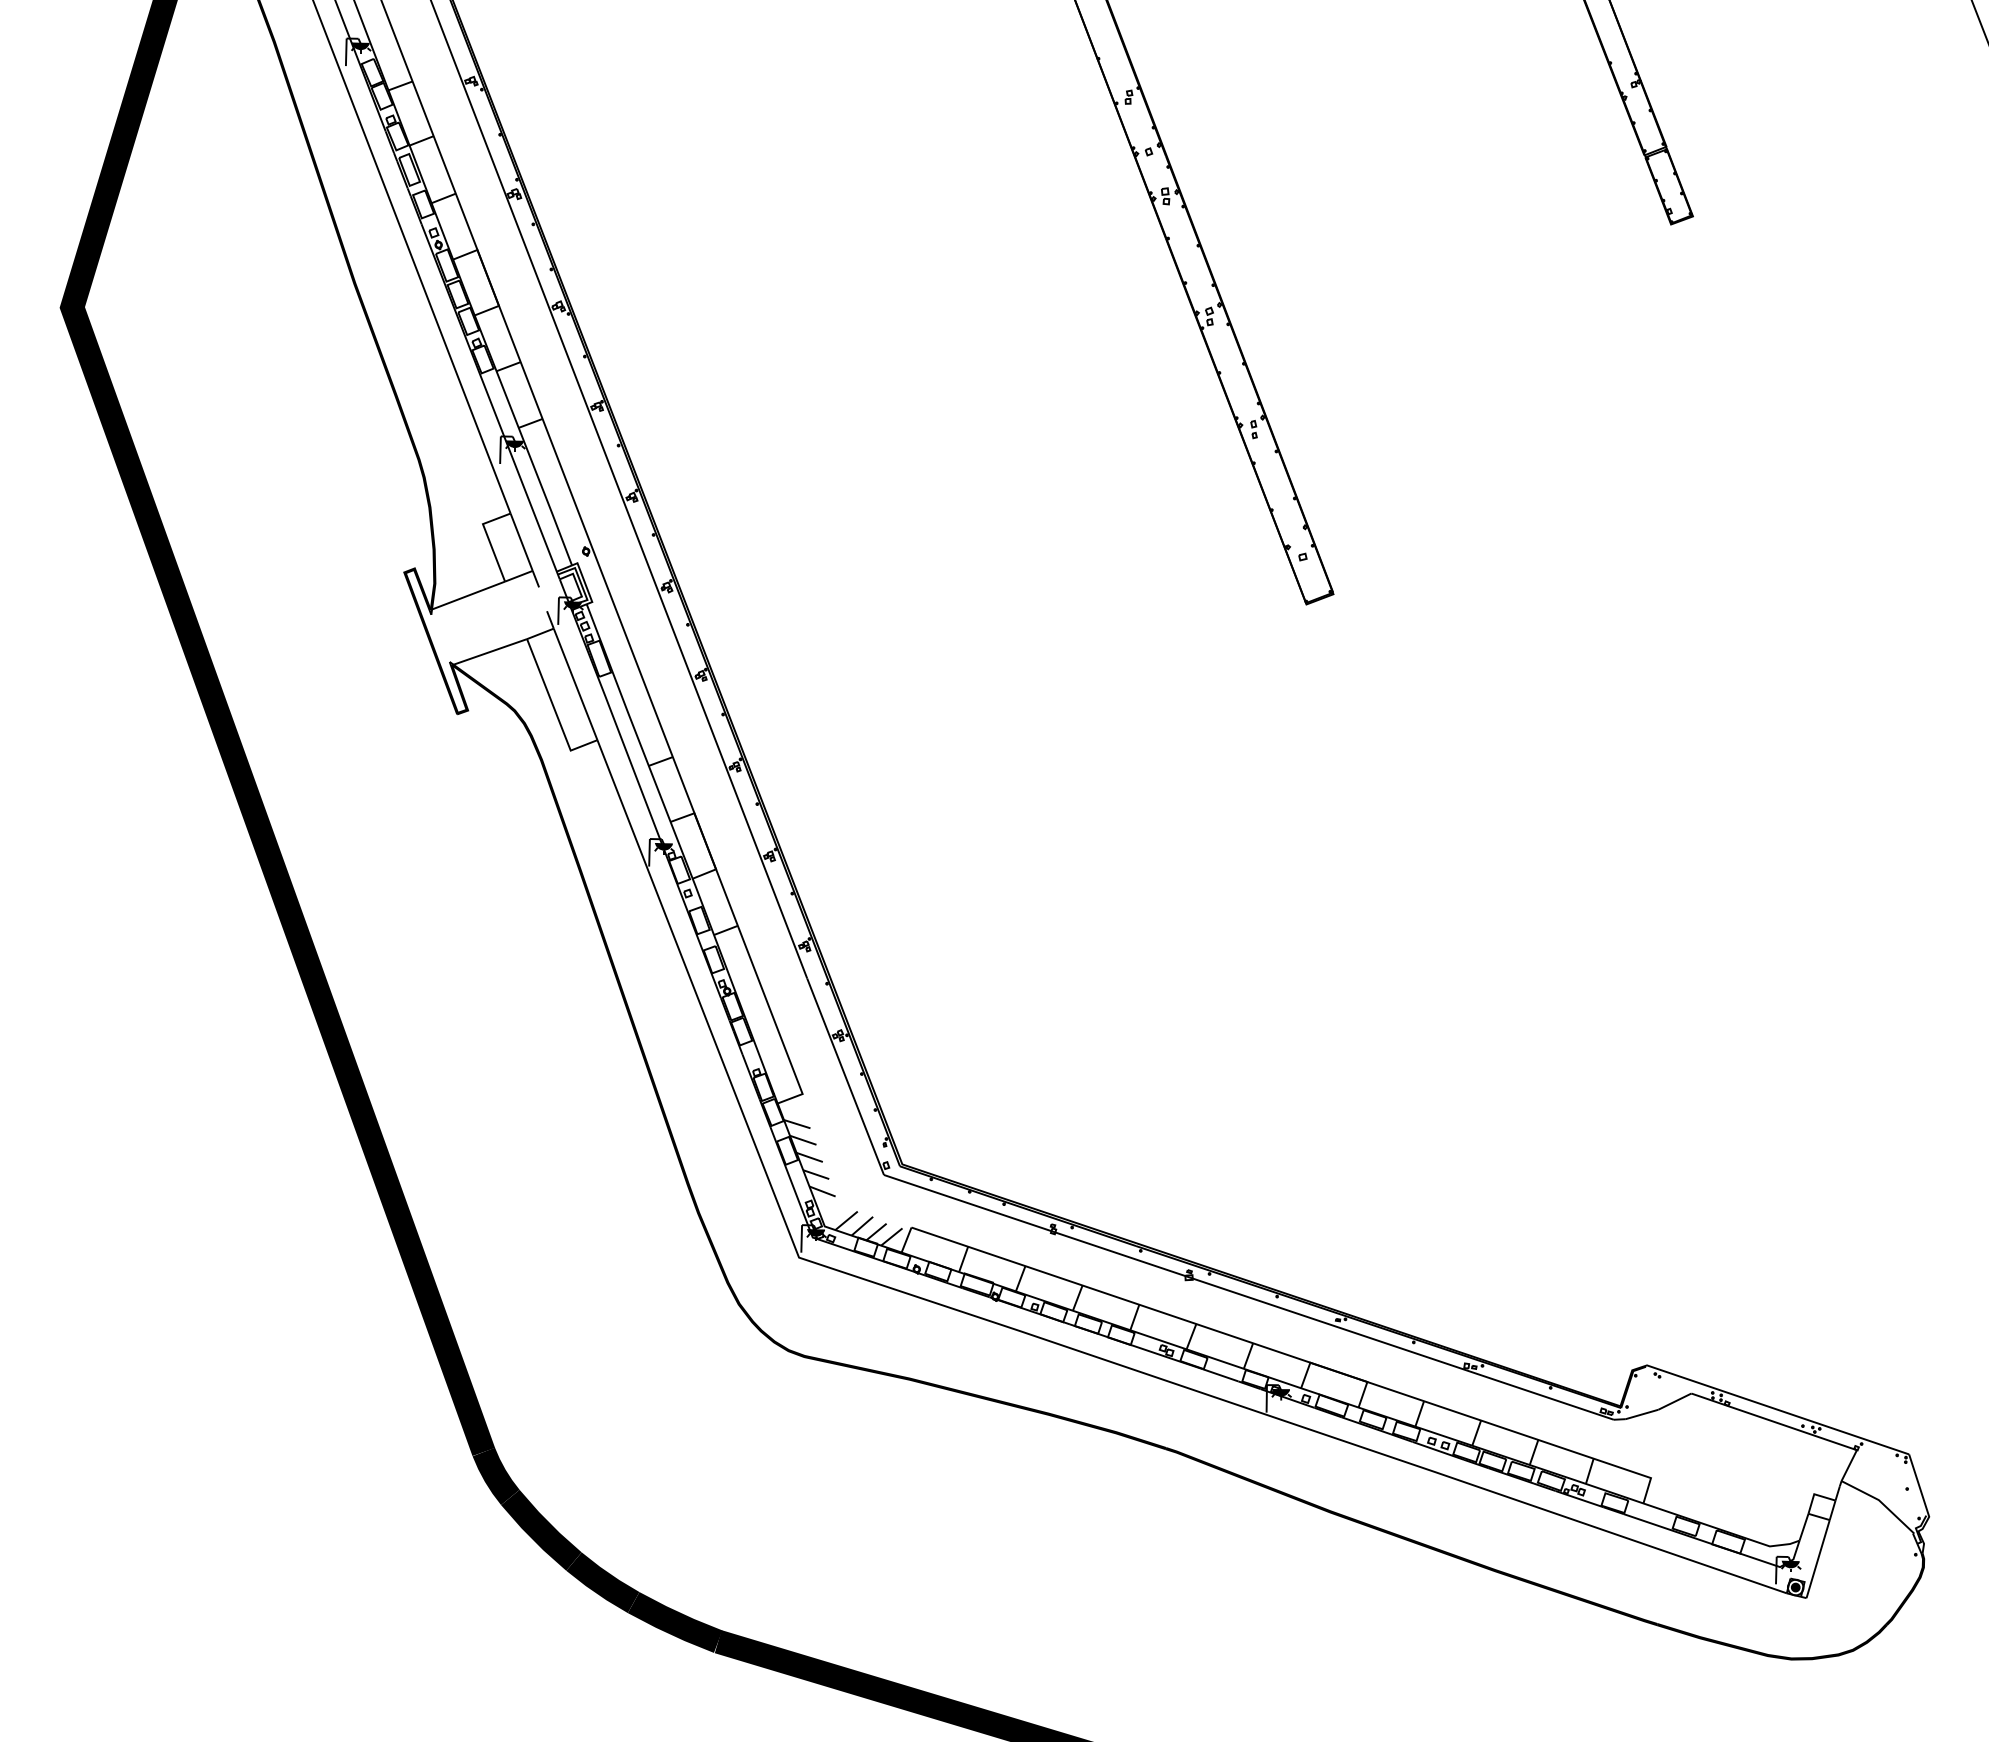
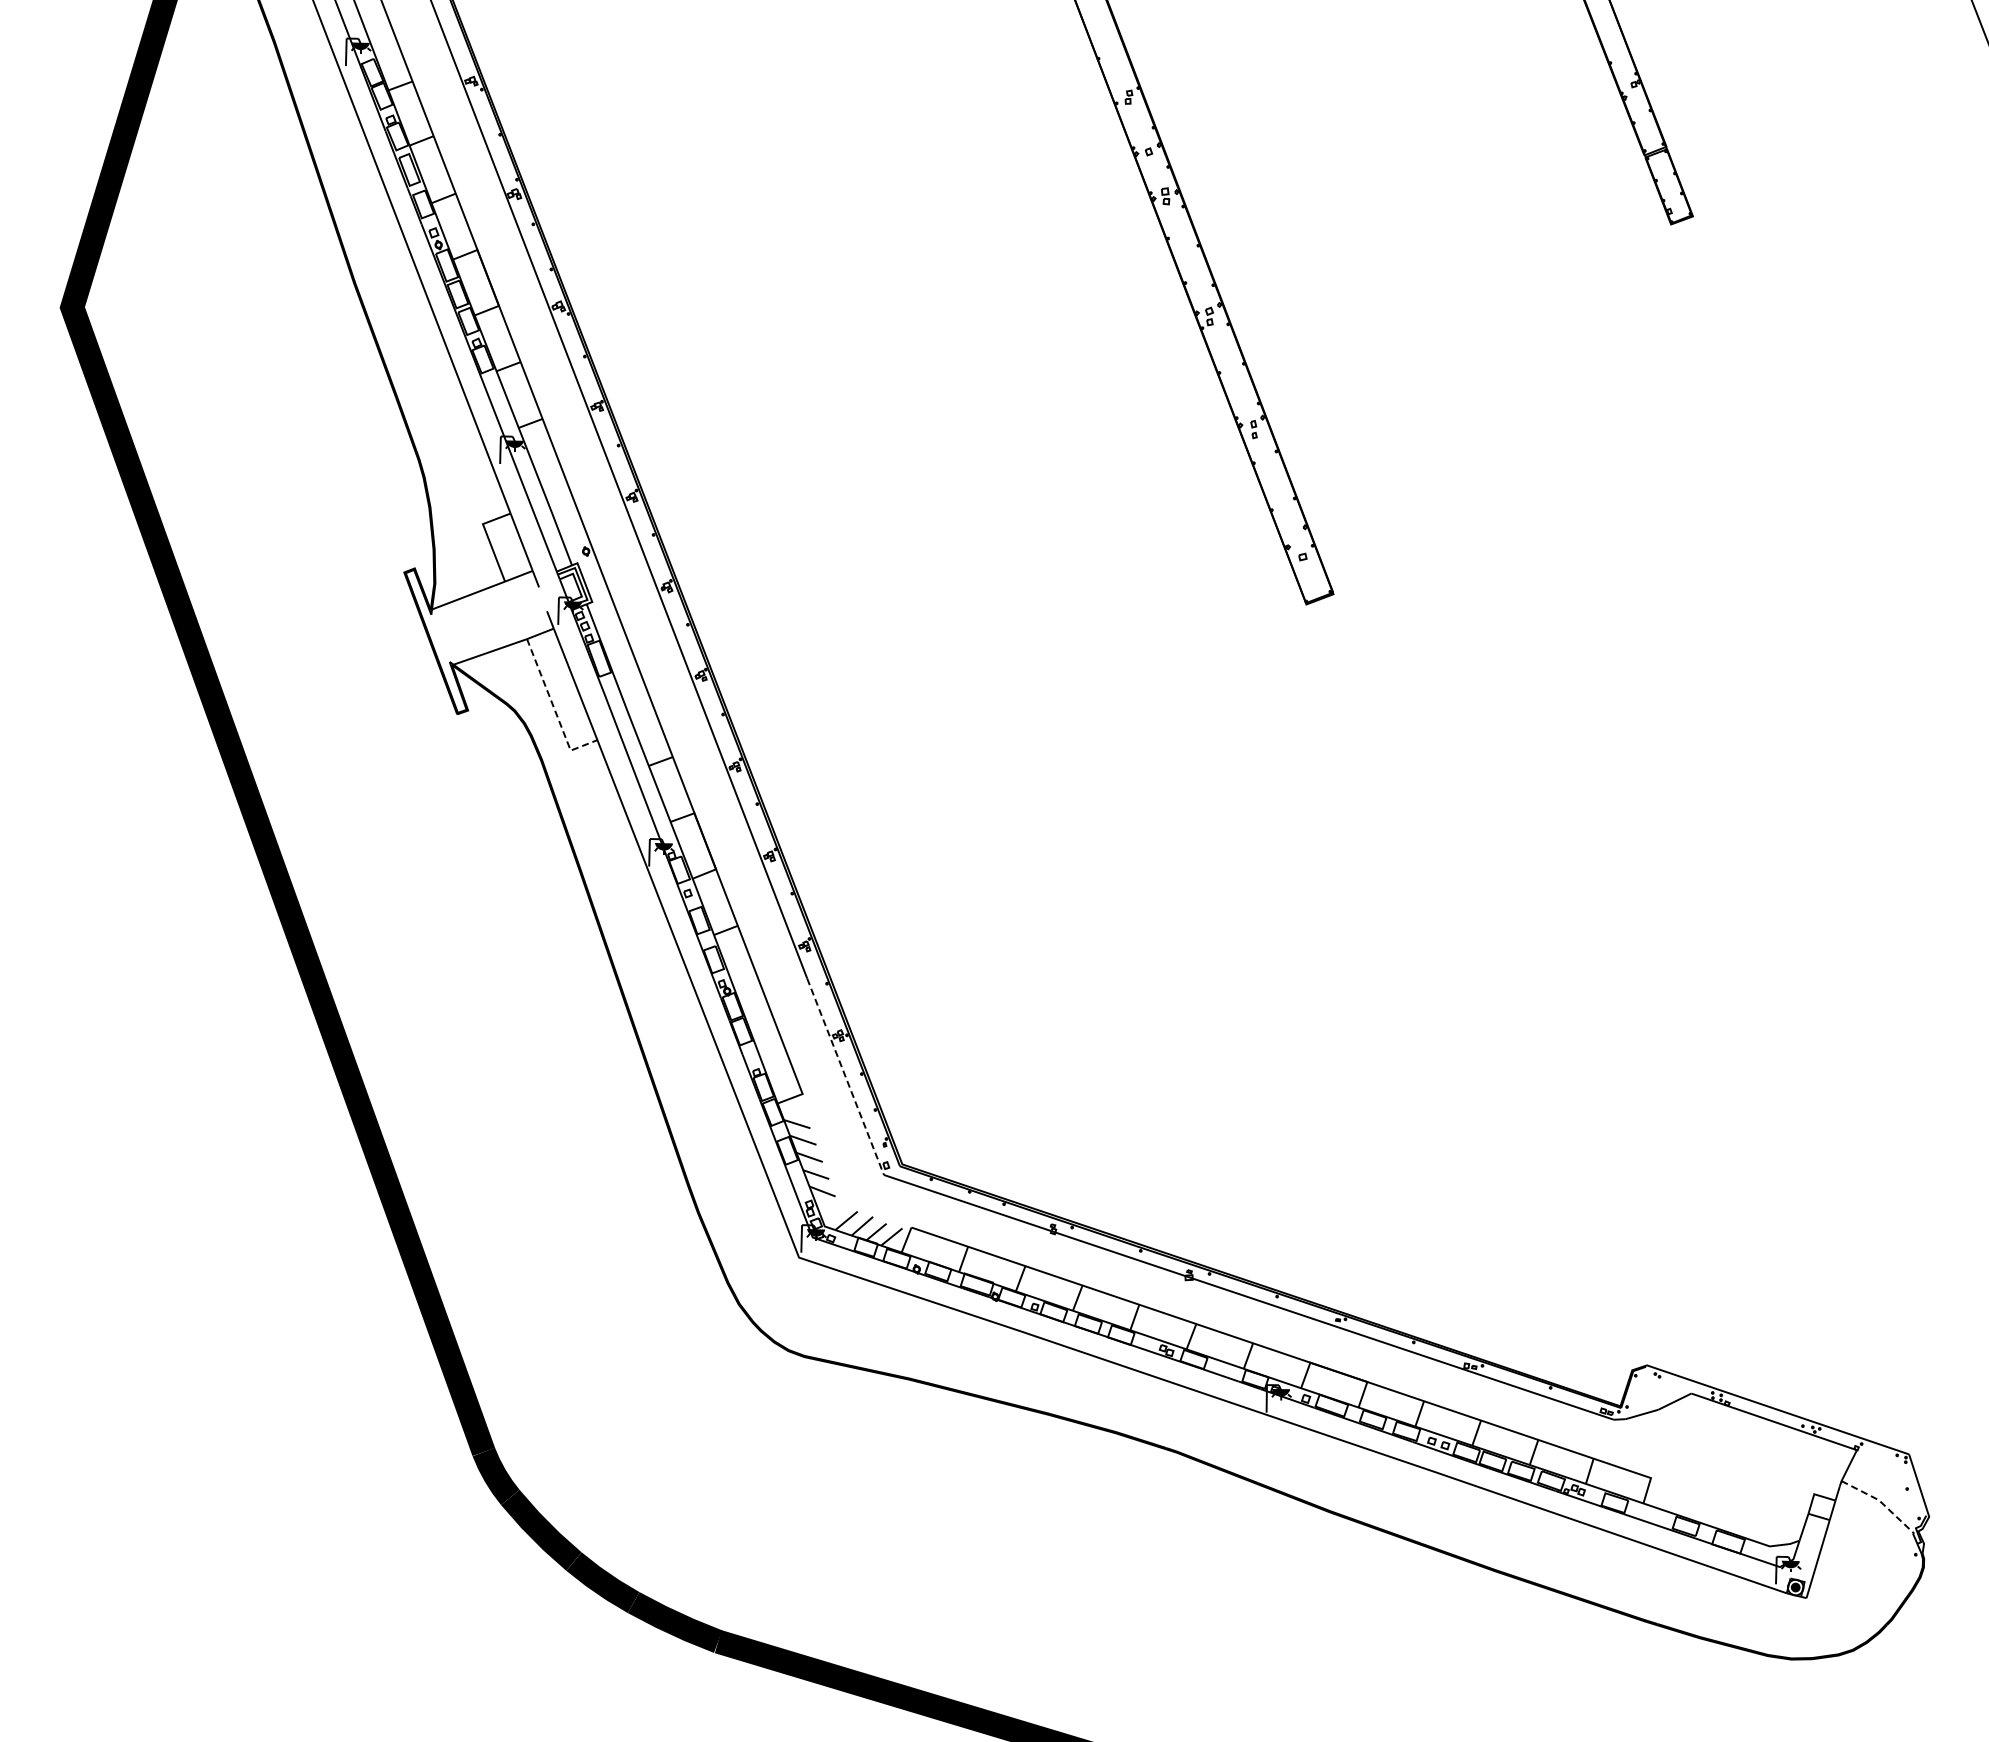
line at (554, 708): solid -> dashed
line at (845, 1077): solid -> dashed
line at (1881, 1502): solid -> dashed
